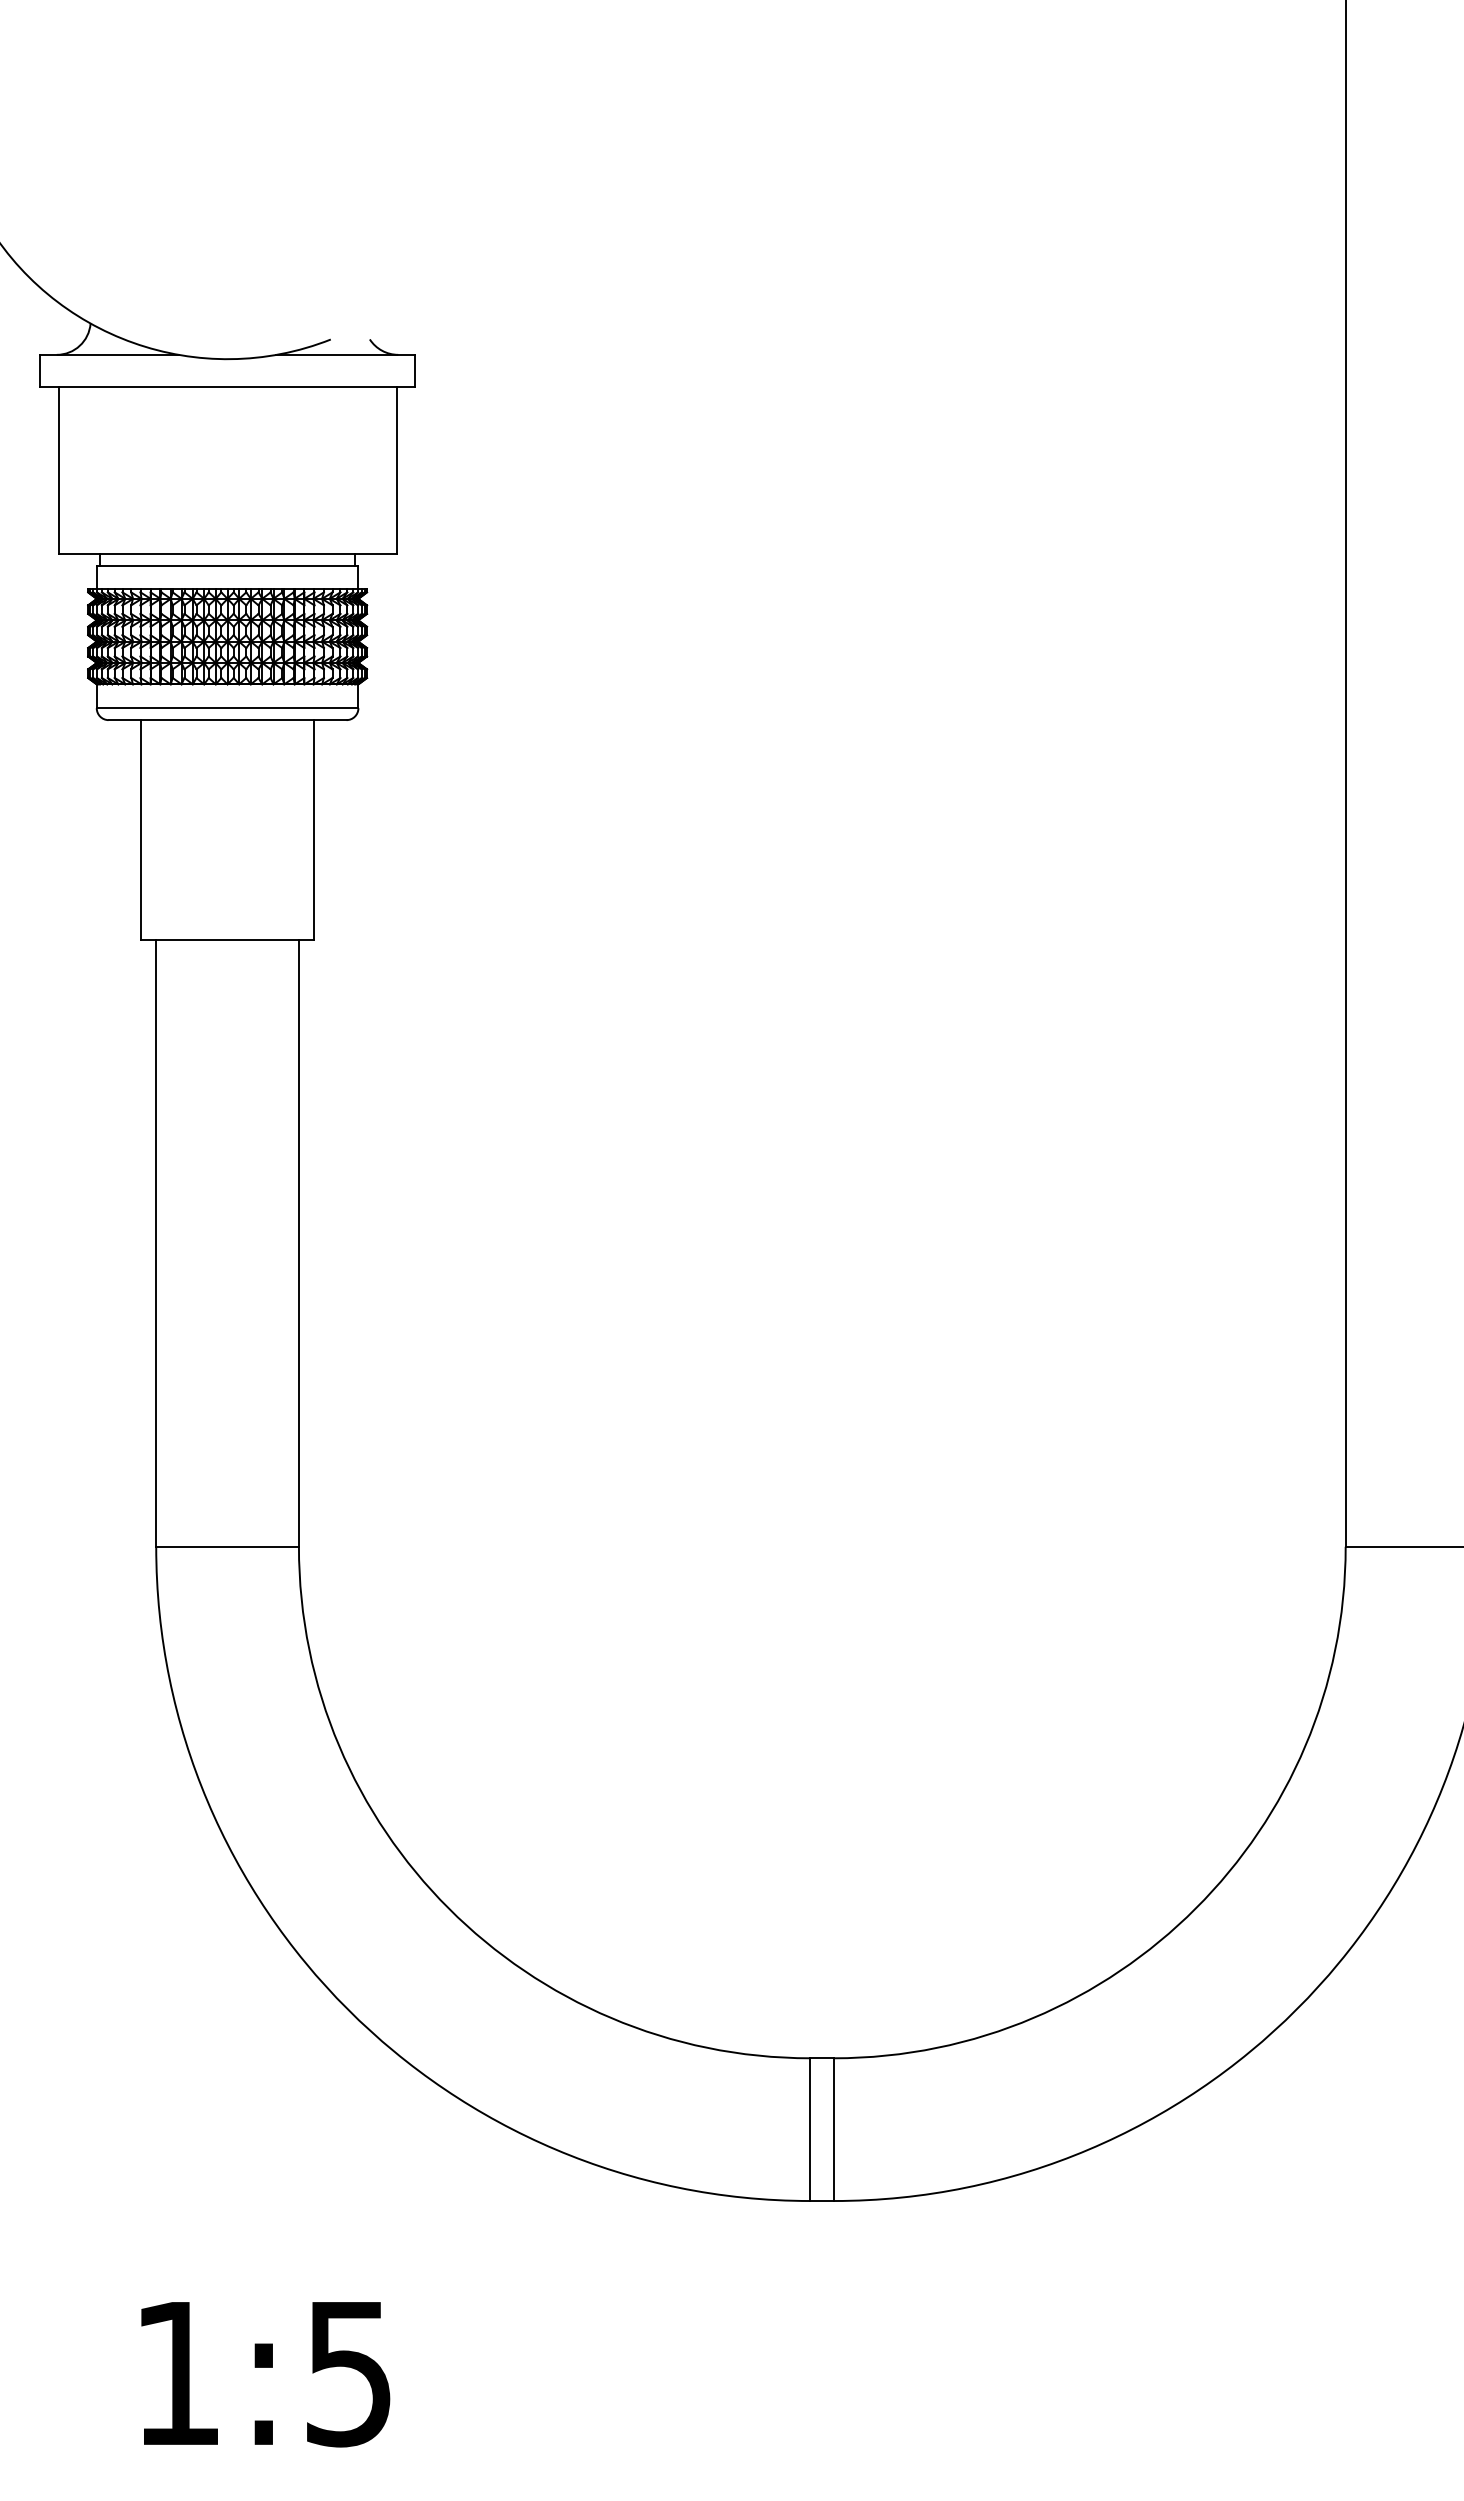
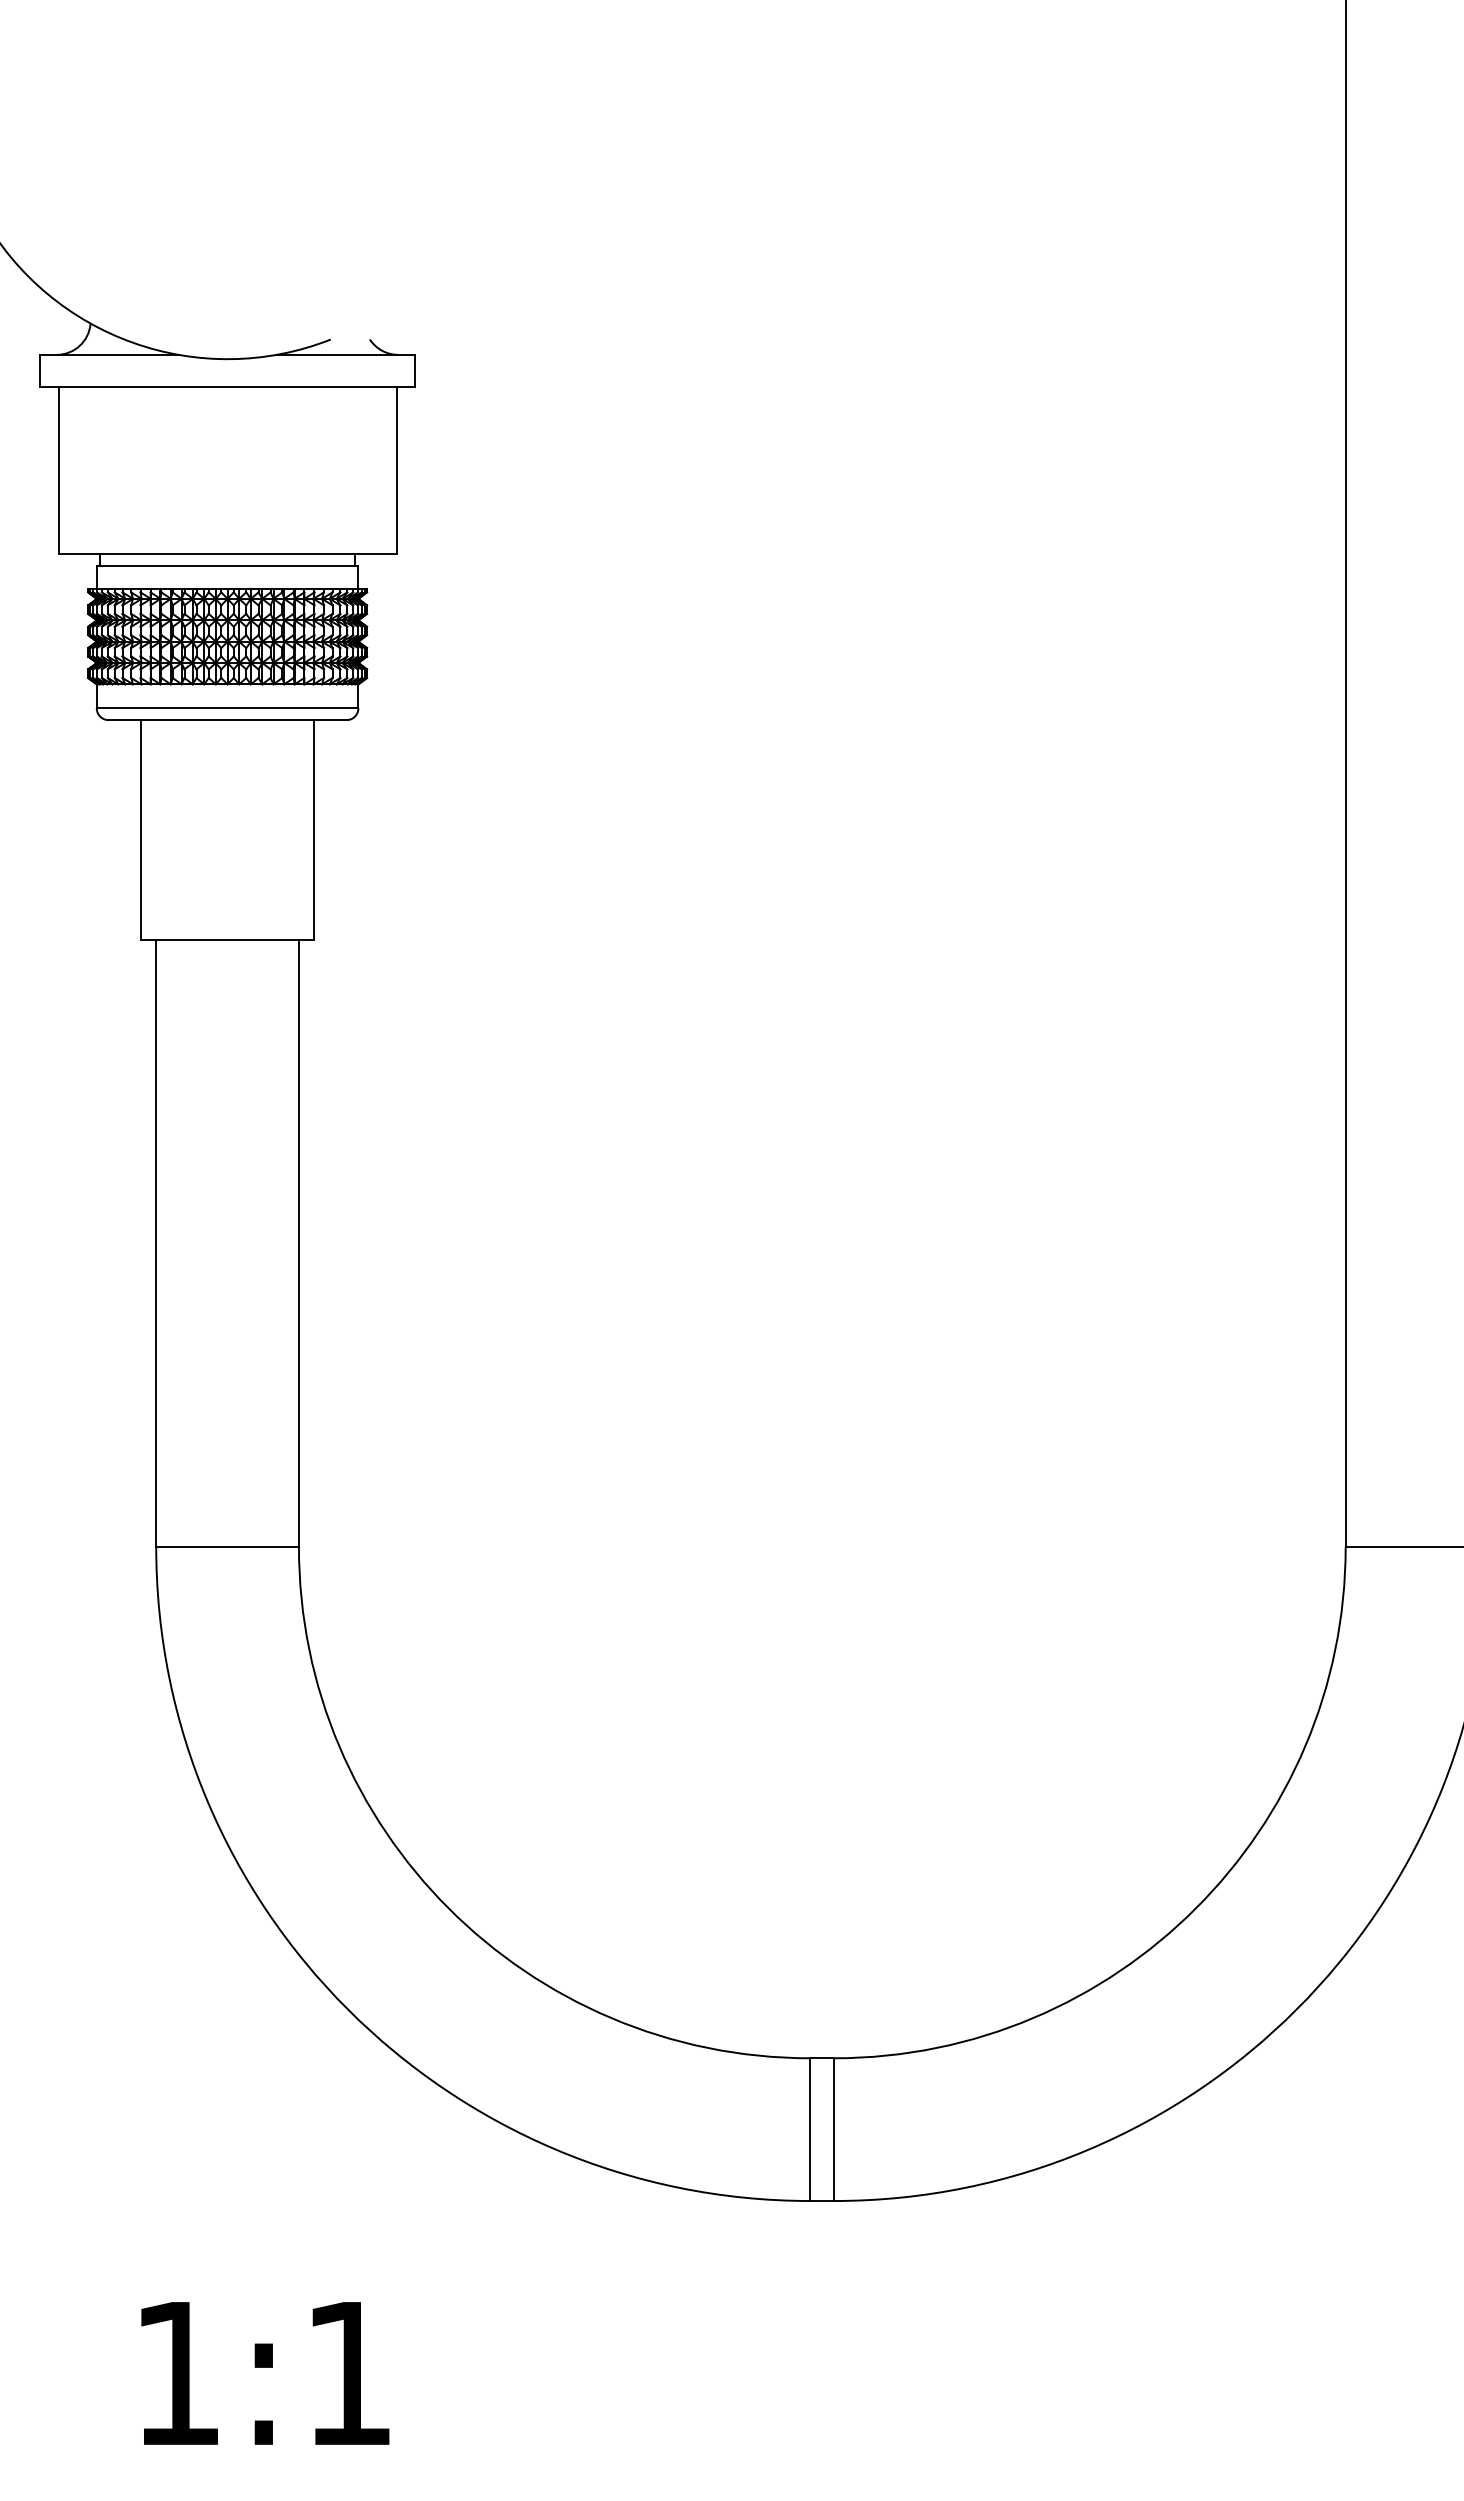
text at (348, 2374): 1:5 -> 1:1
